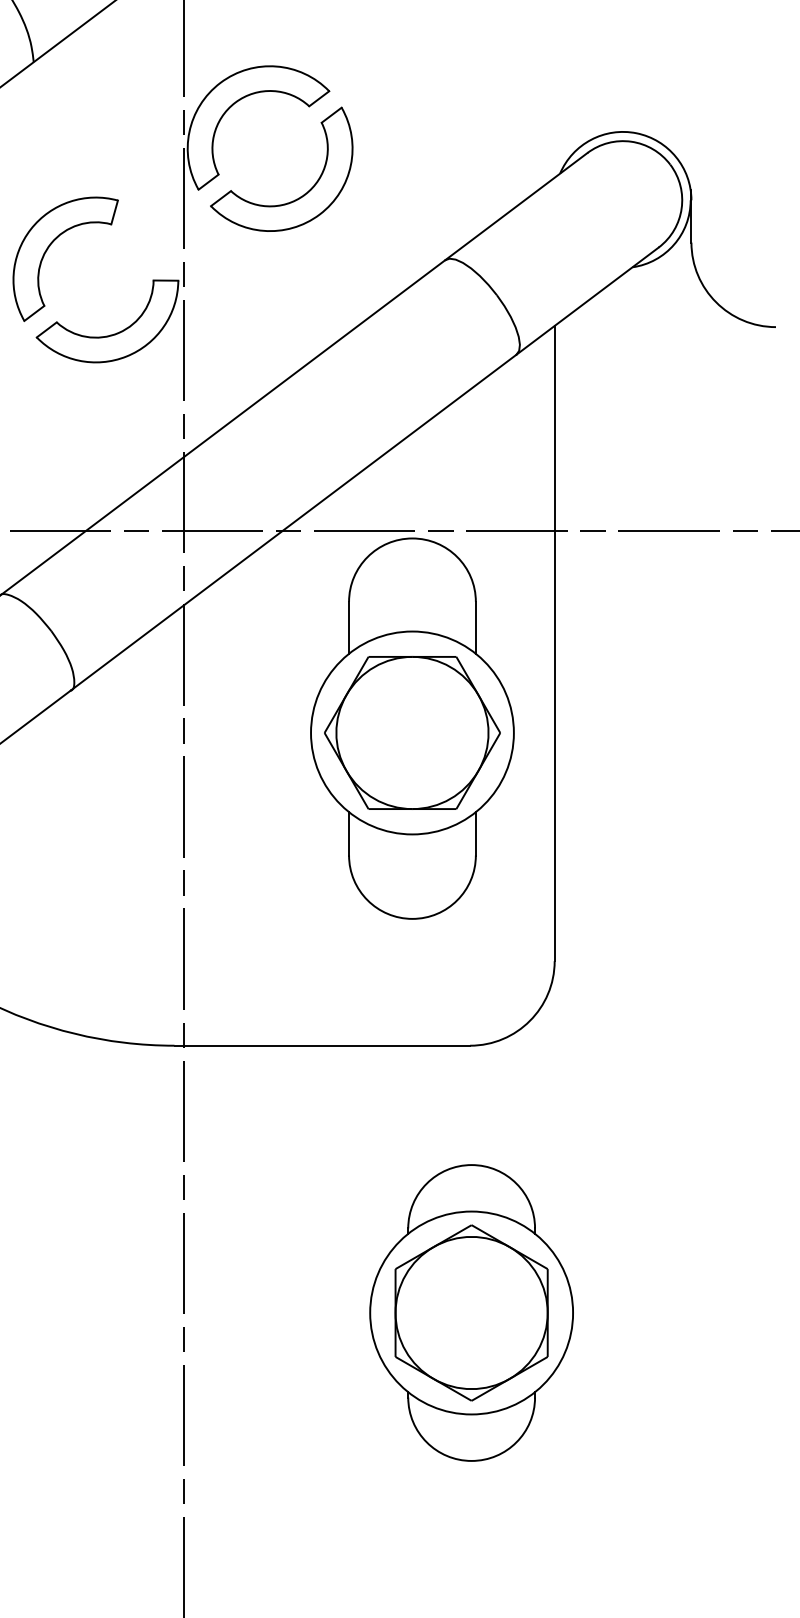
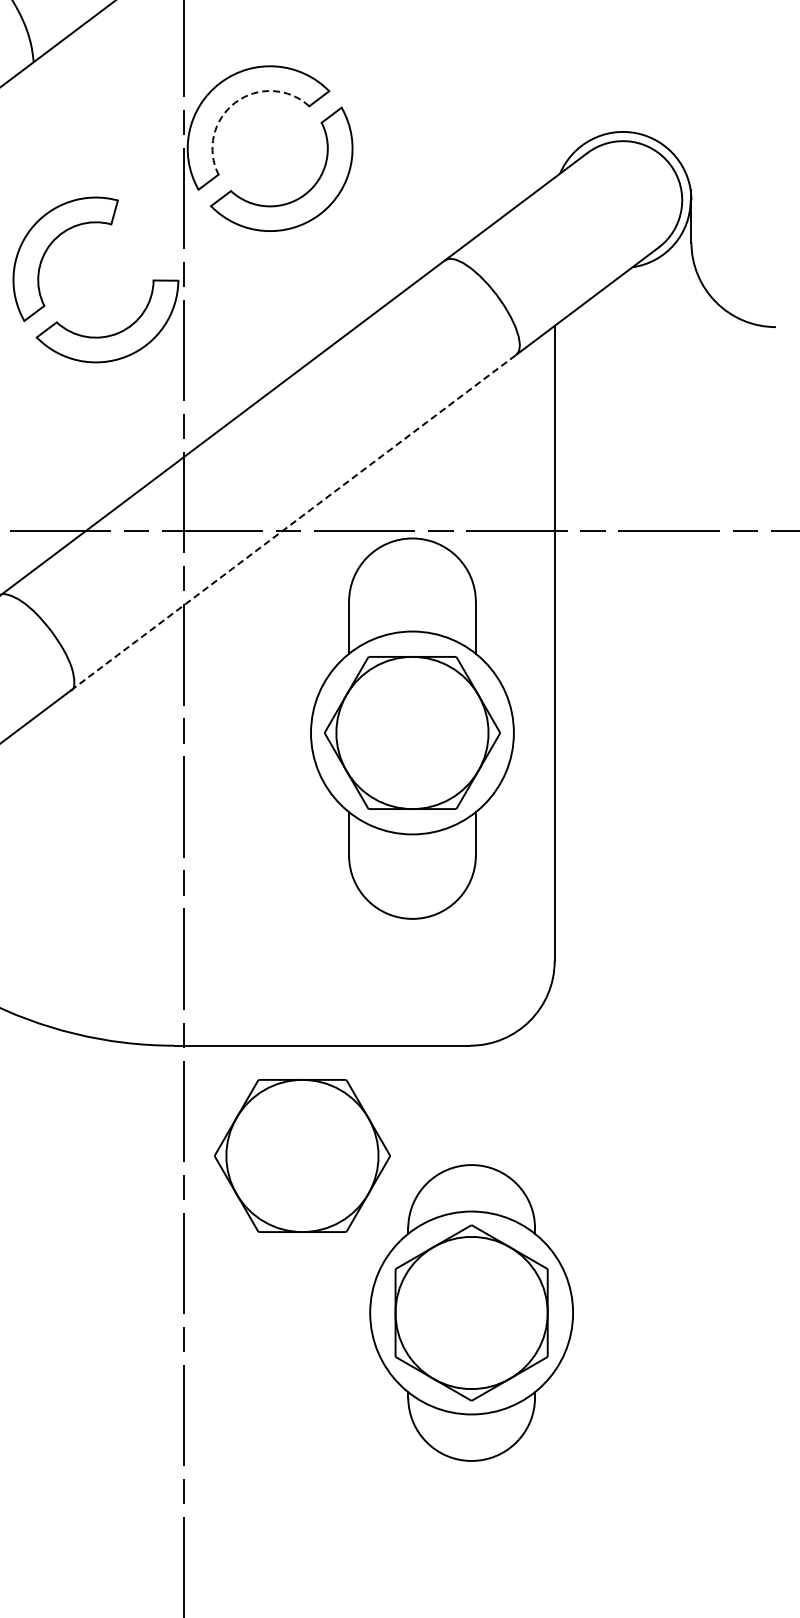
arc at (235, 102): solid -> dashed
line at (293, 522): solid -> dashed
part at (302, 1155): none -> present
